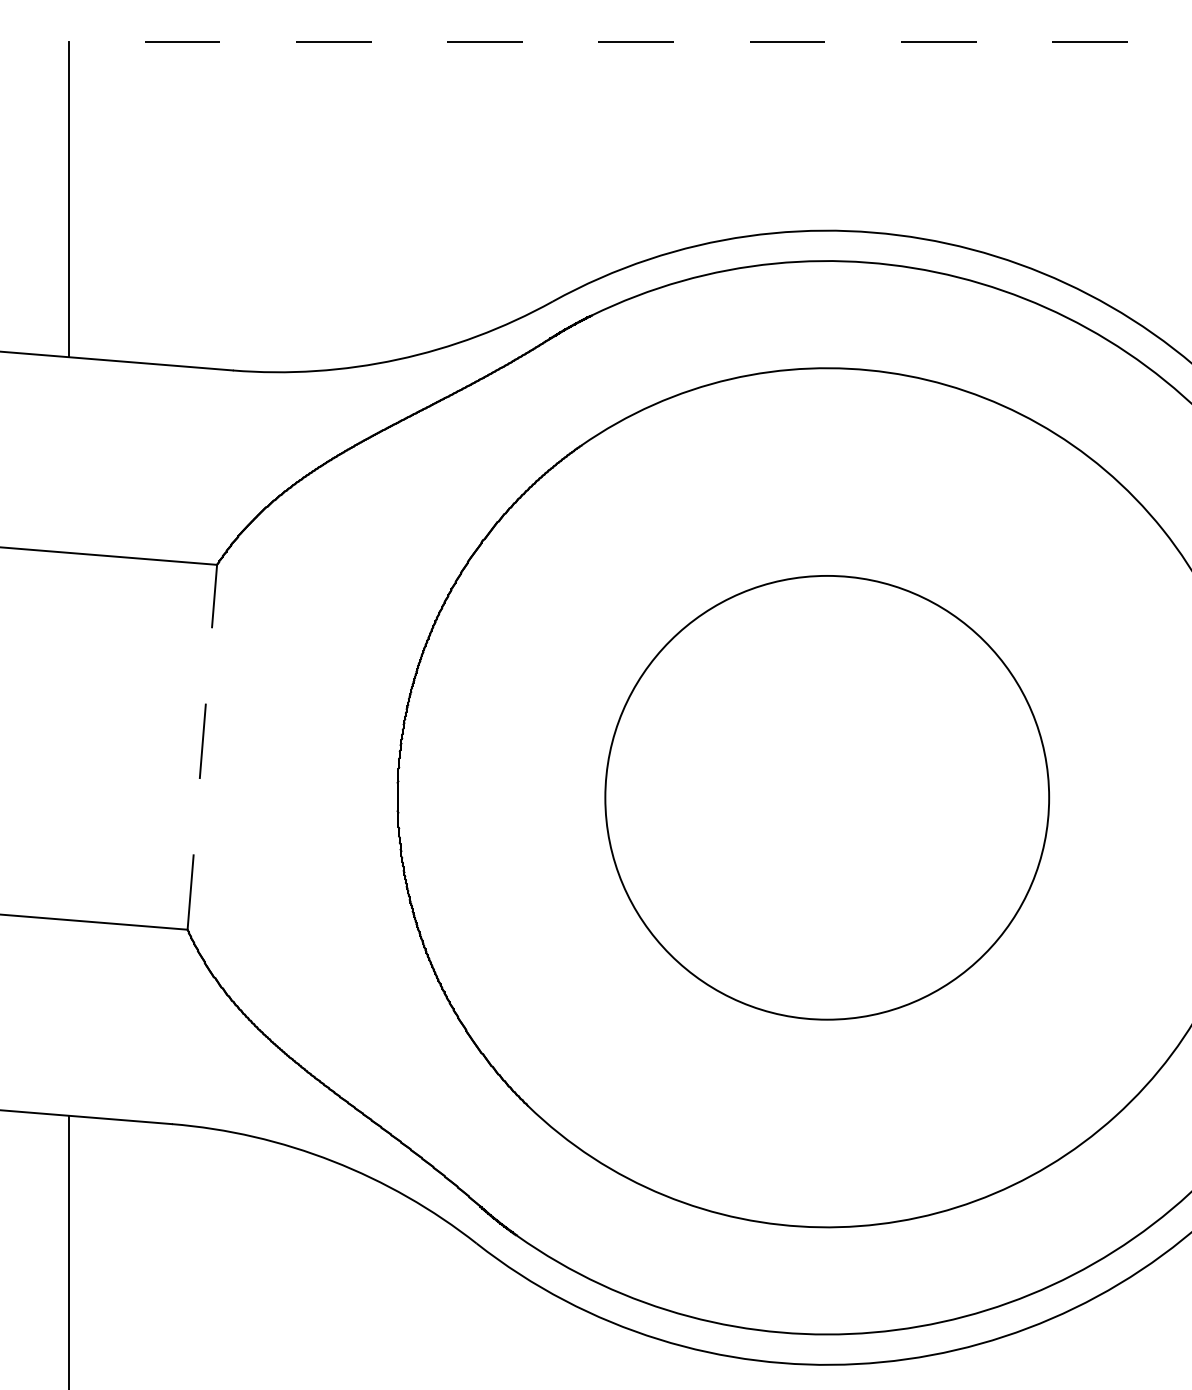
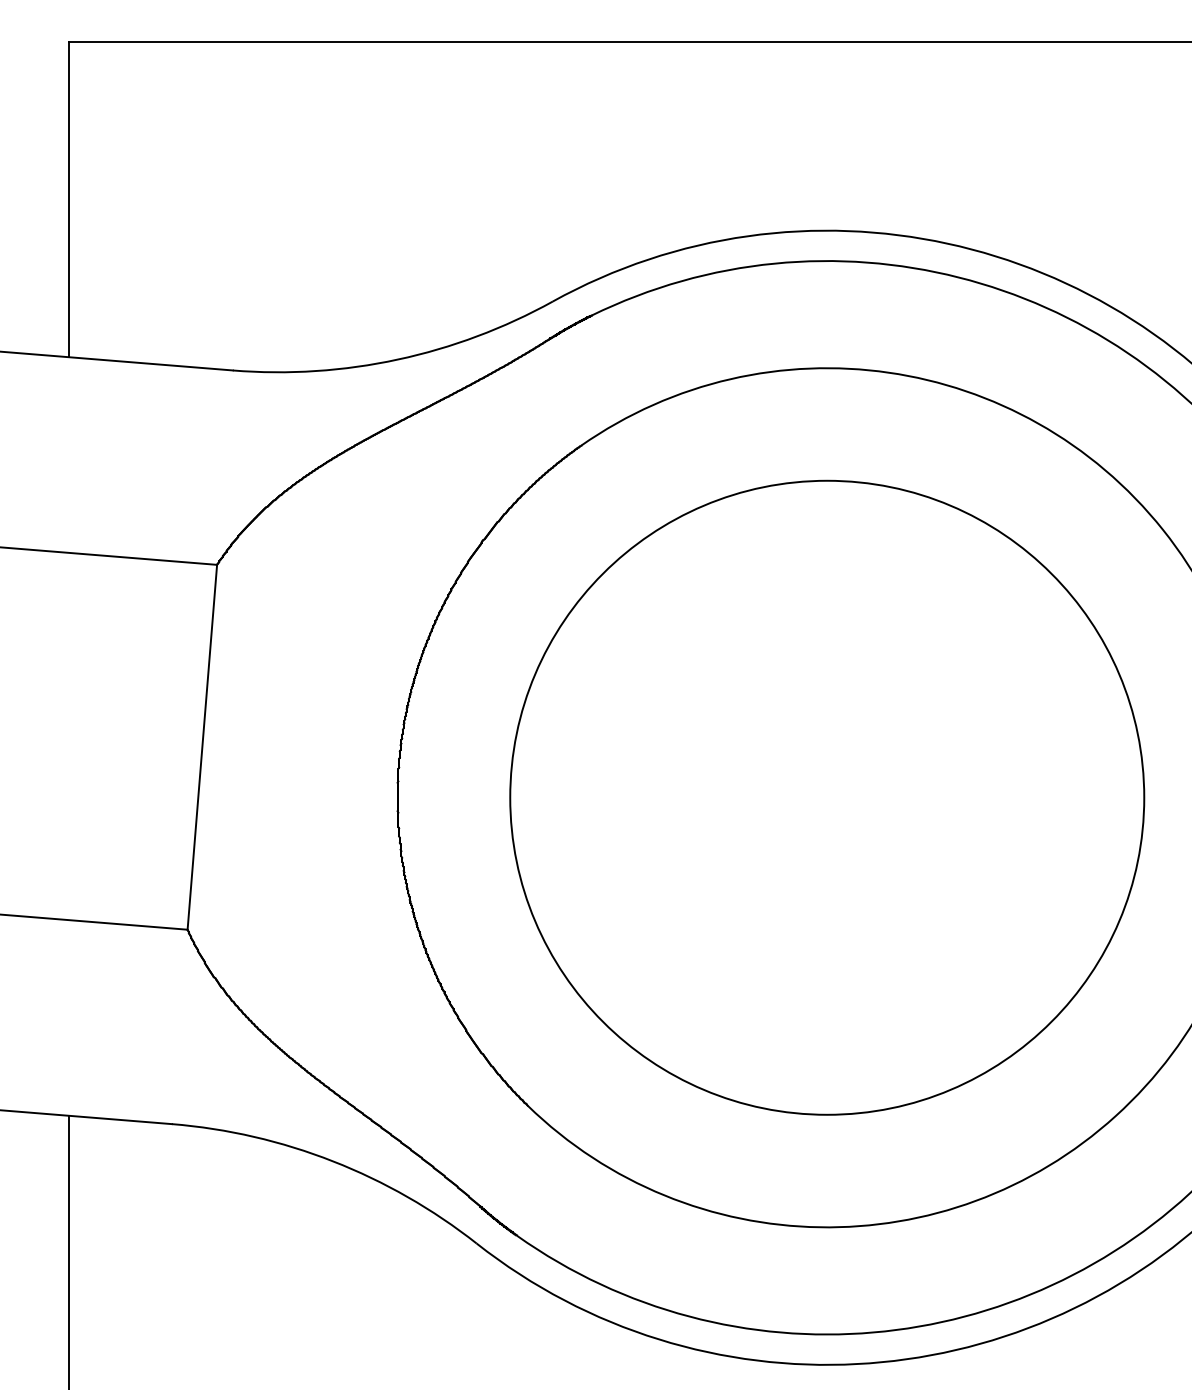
line at (630, 41): dashed -> solid
line at (202, 746): dashed -> solid
circle at (827, 797) diameter: 444 px -> 634 px
